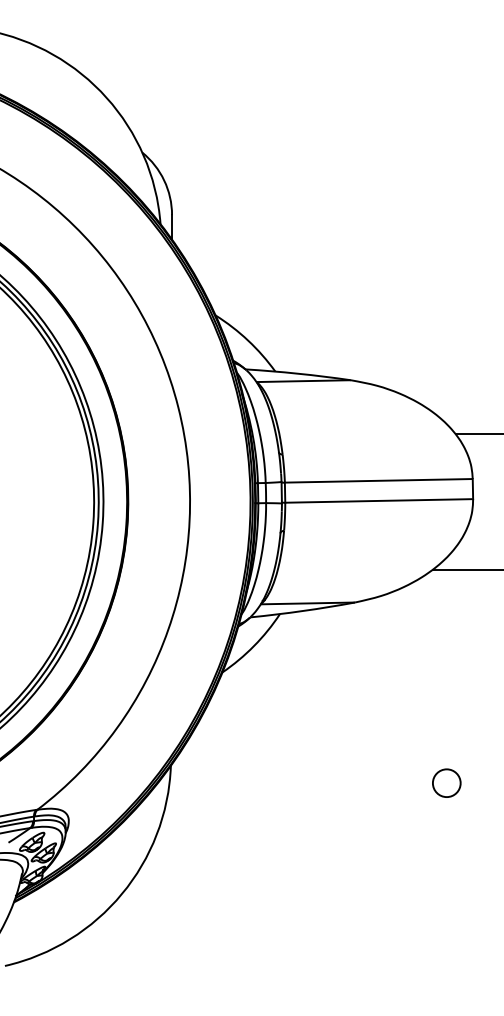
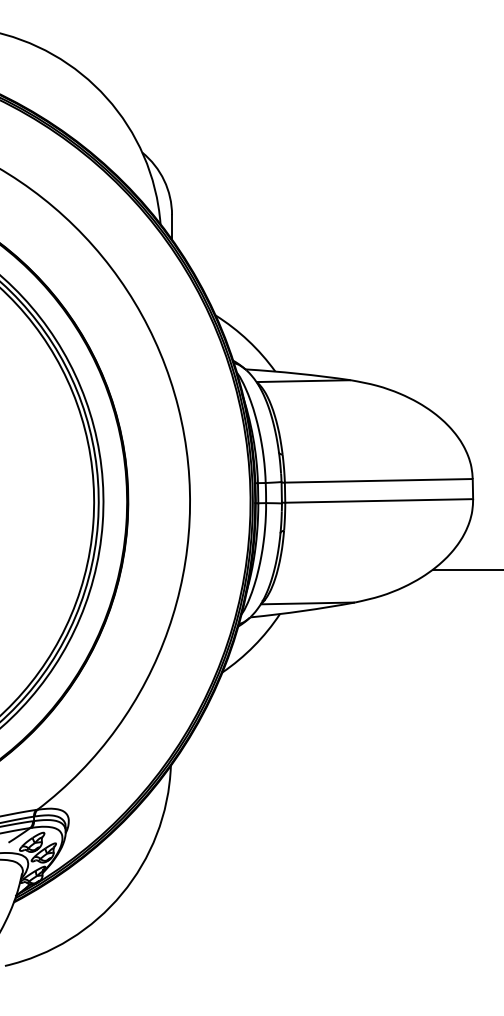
line at (477, 434): present -> none
circle at (446, 782): present -> none
